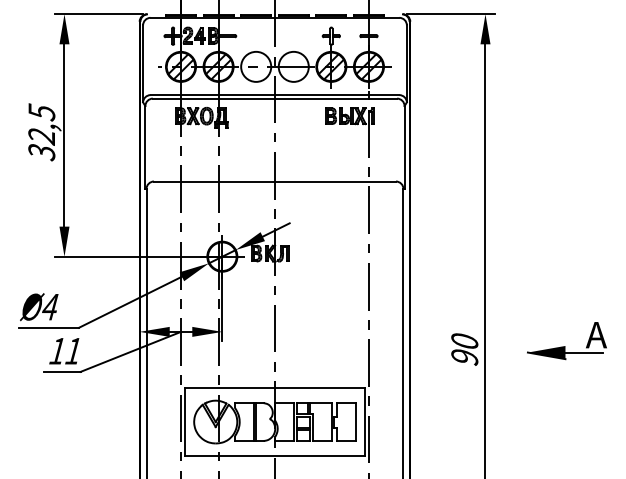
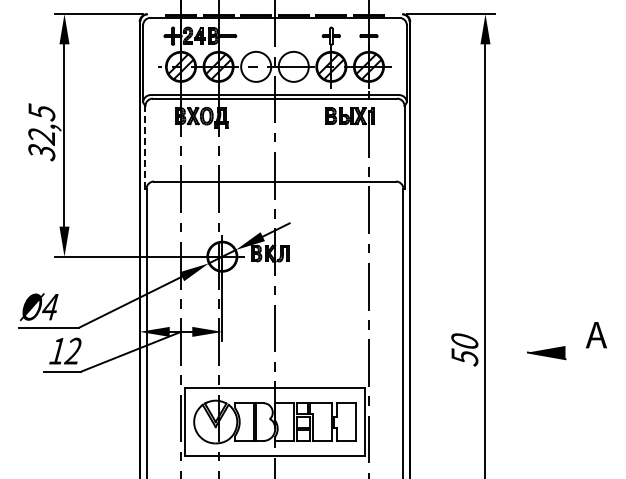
line at (145, 147): solid -> dashed
text at (72, 350): 11 -> 12
line at (584, 352): present -> none
text at (464, 357): 90 -> 50
